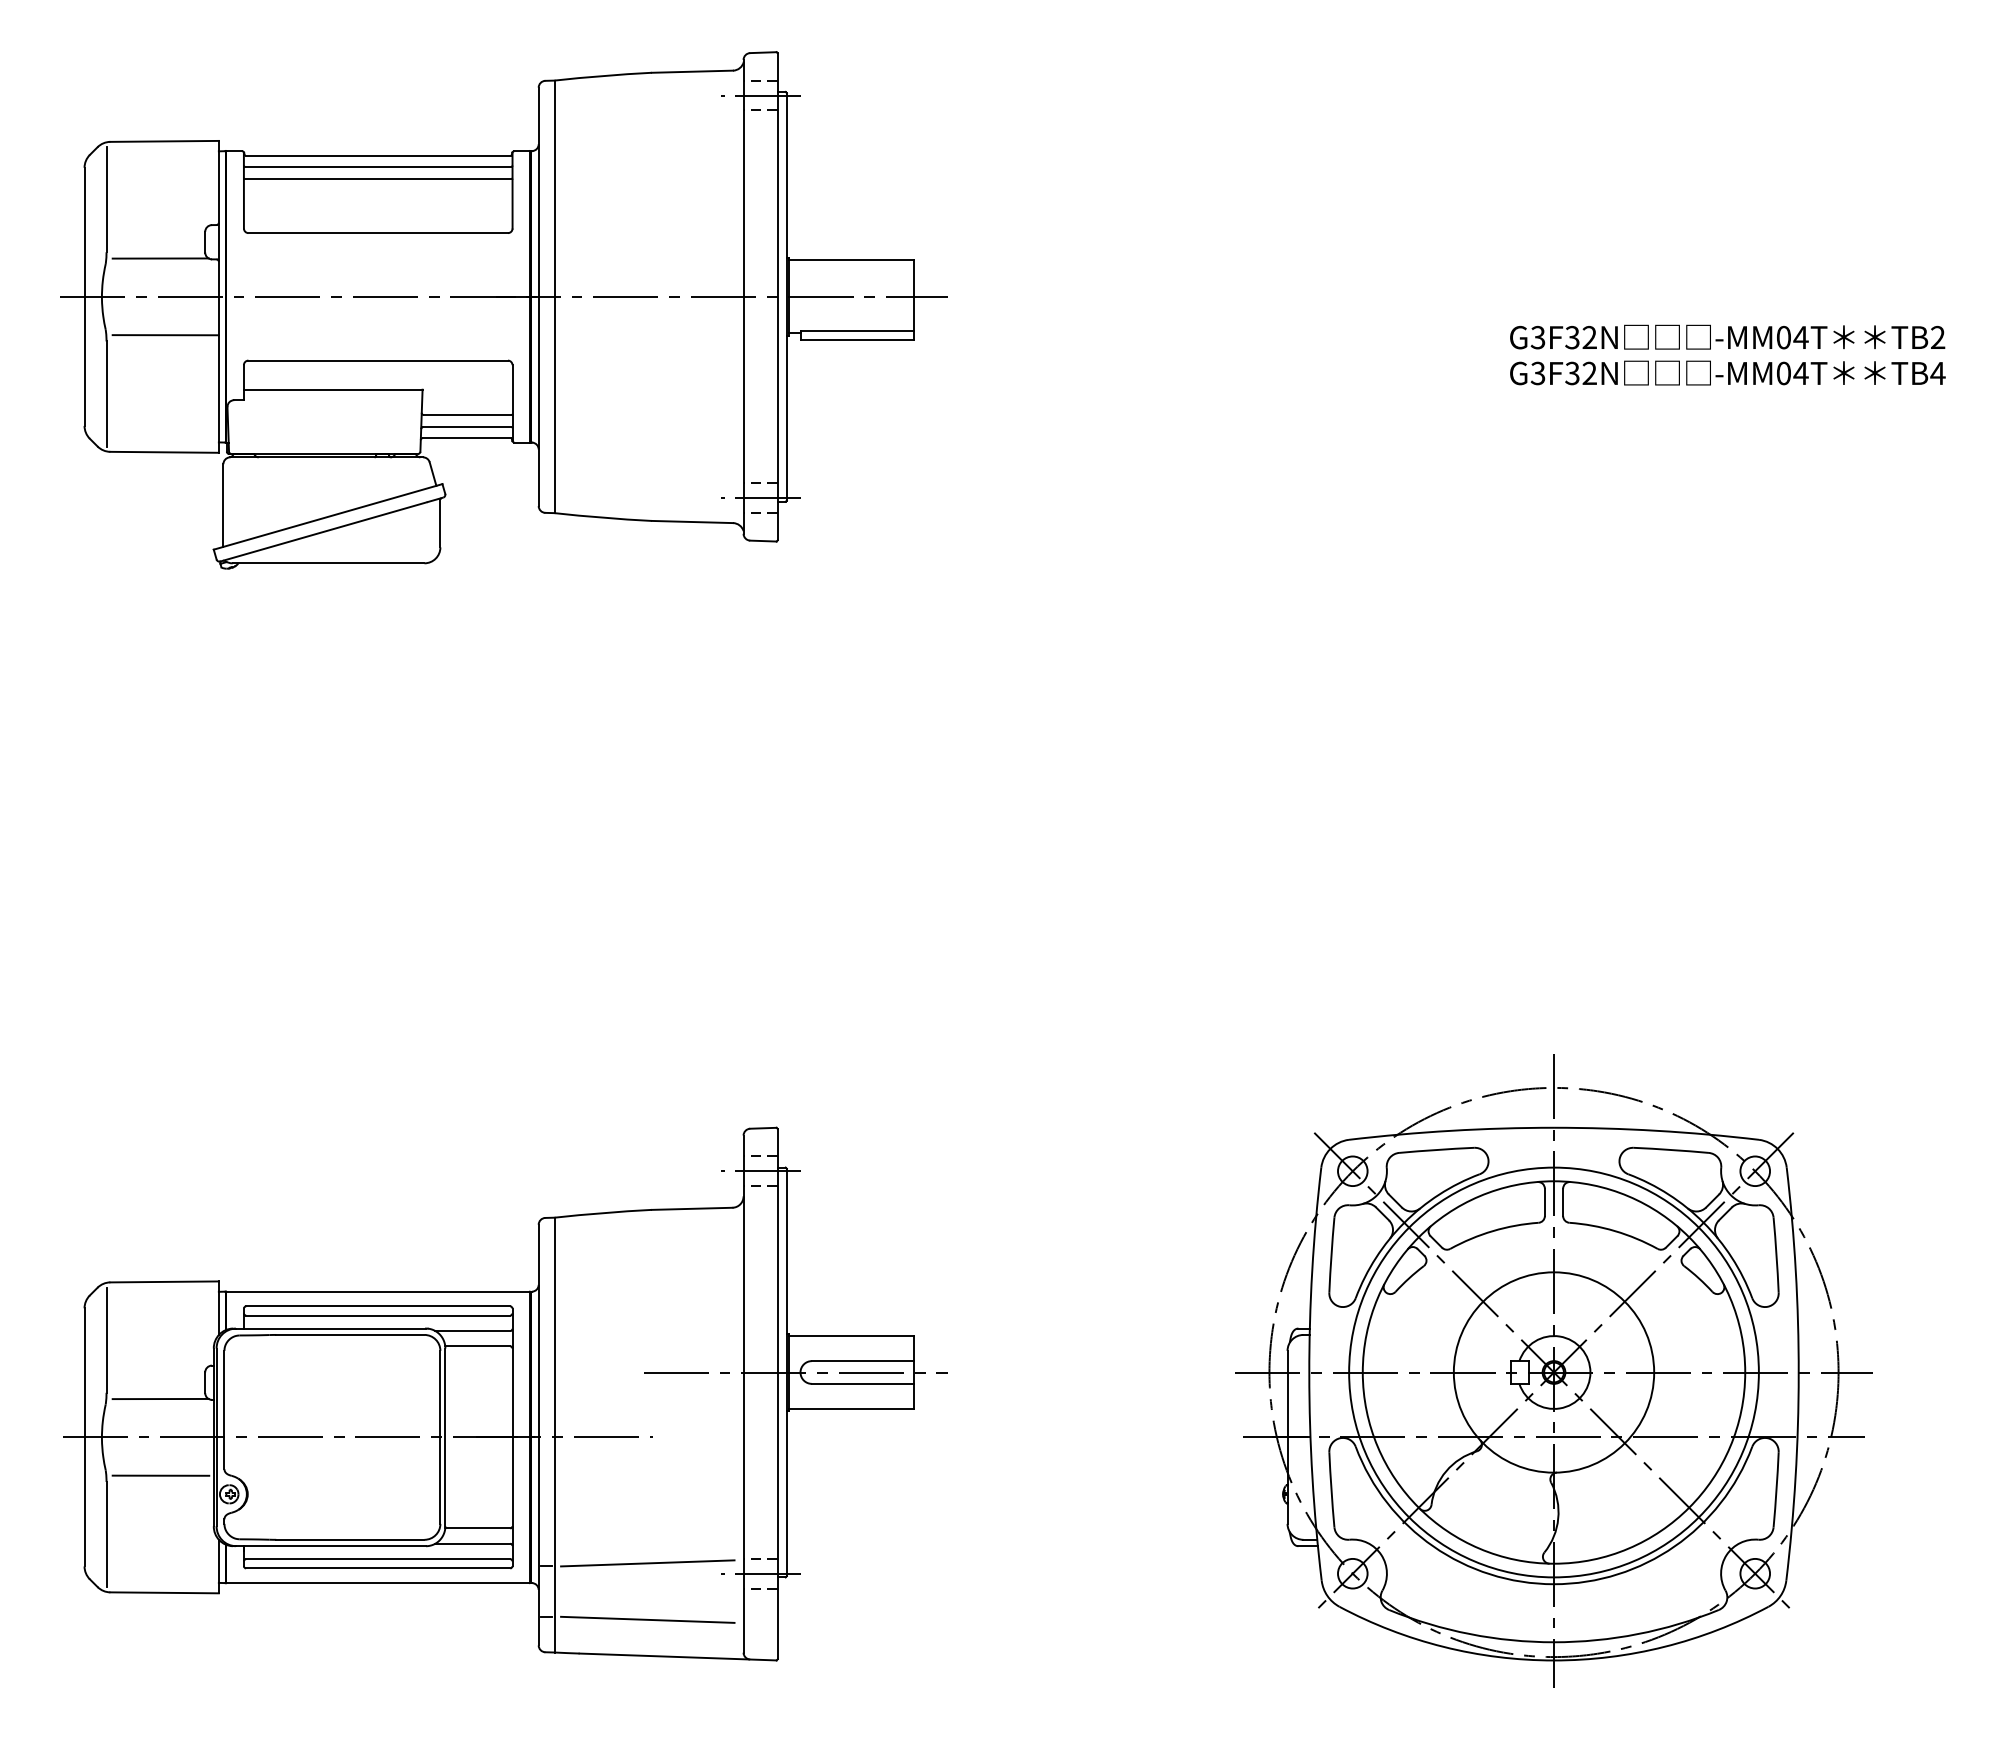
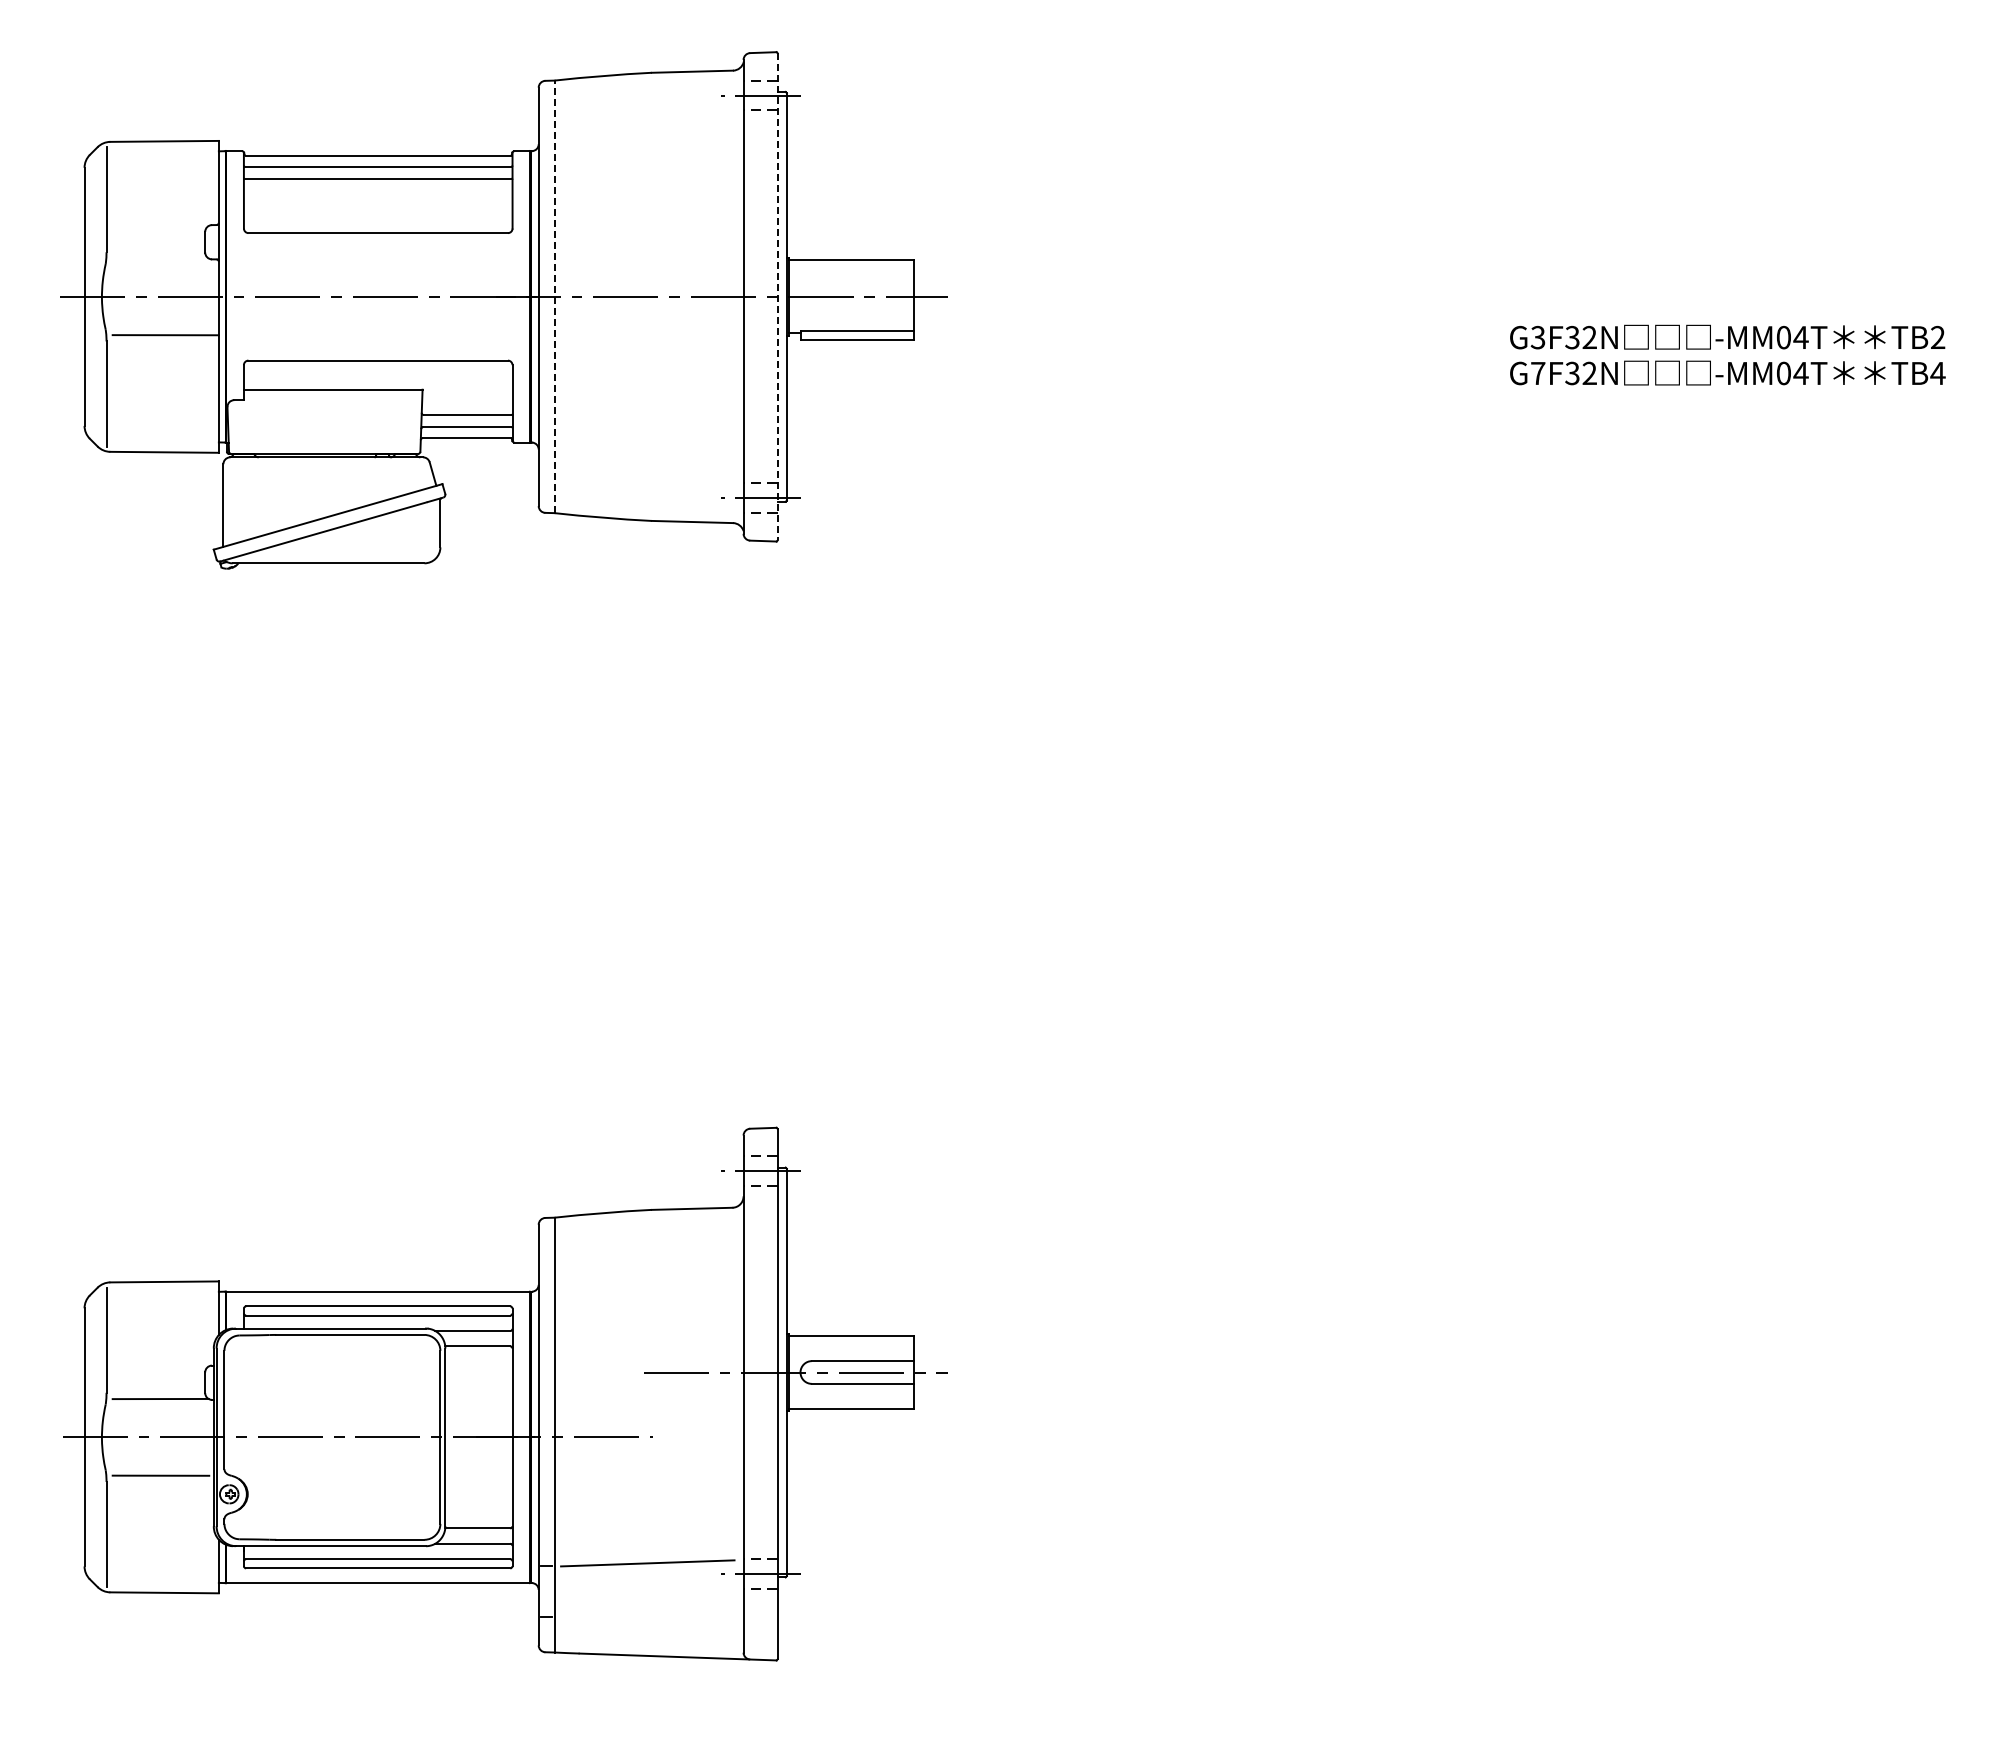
line at (160, 258): present -> none
line at (554, 296): solid -> dashed
line at (777, 296): solid -> dashed
text at (1537, 373): G3F32N -> G7F32N
part at (1553, 1370): present -> none
line at (647, 1619): present -> none
